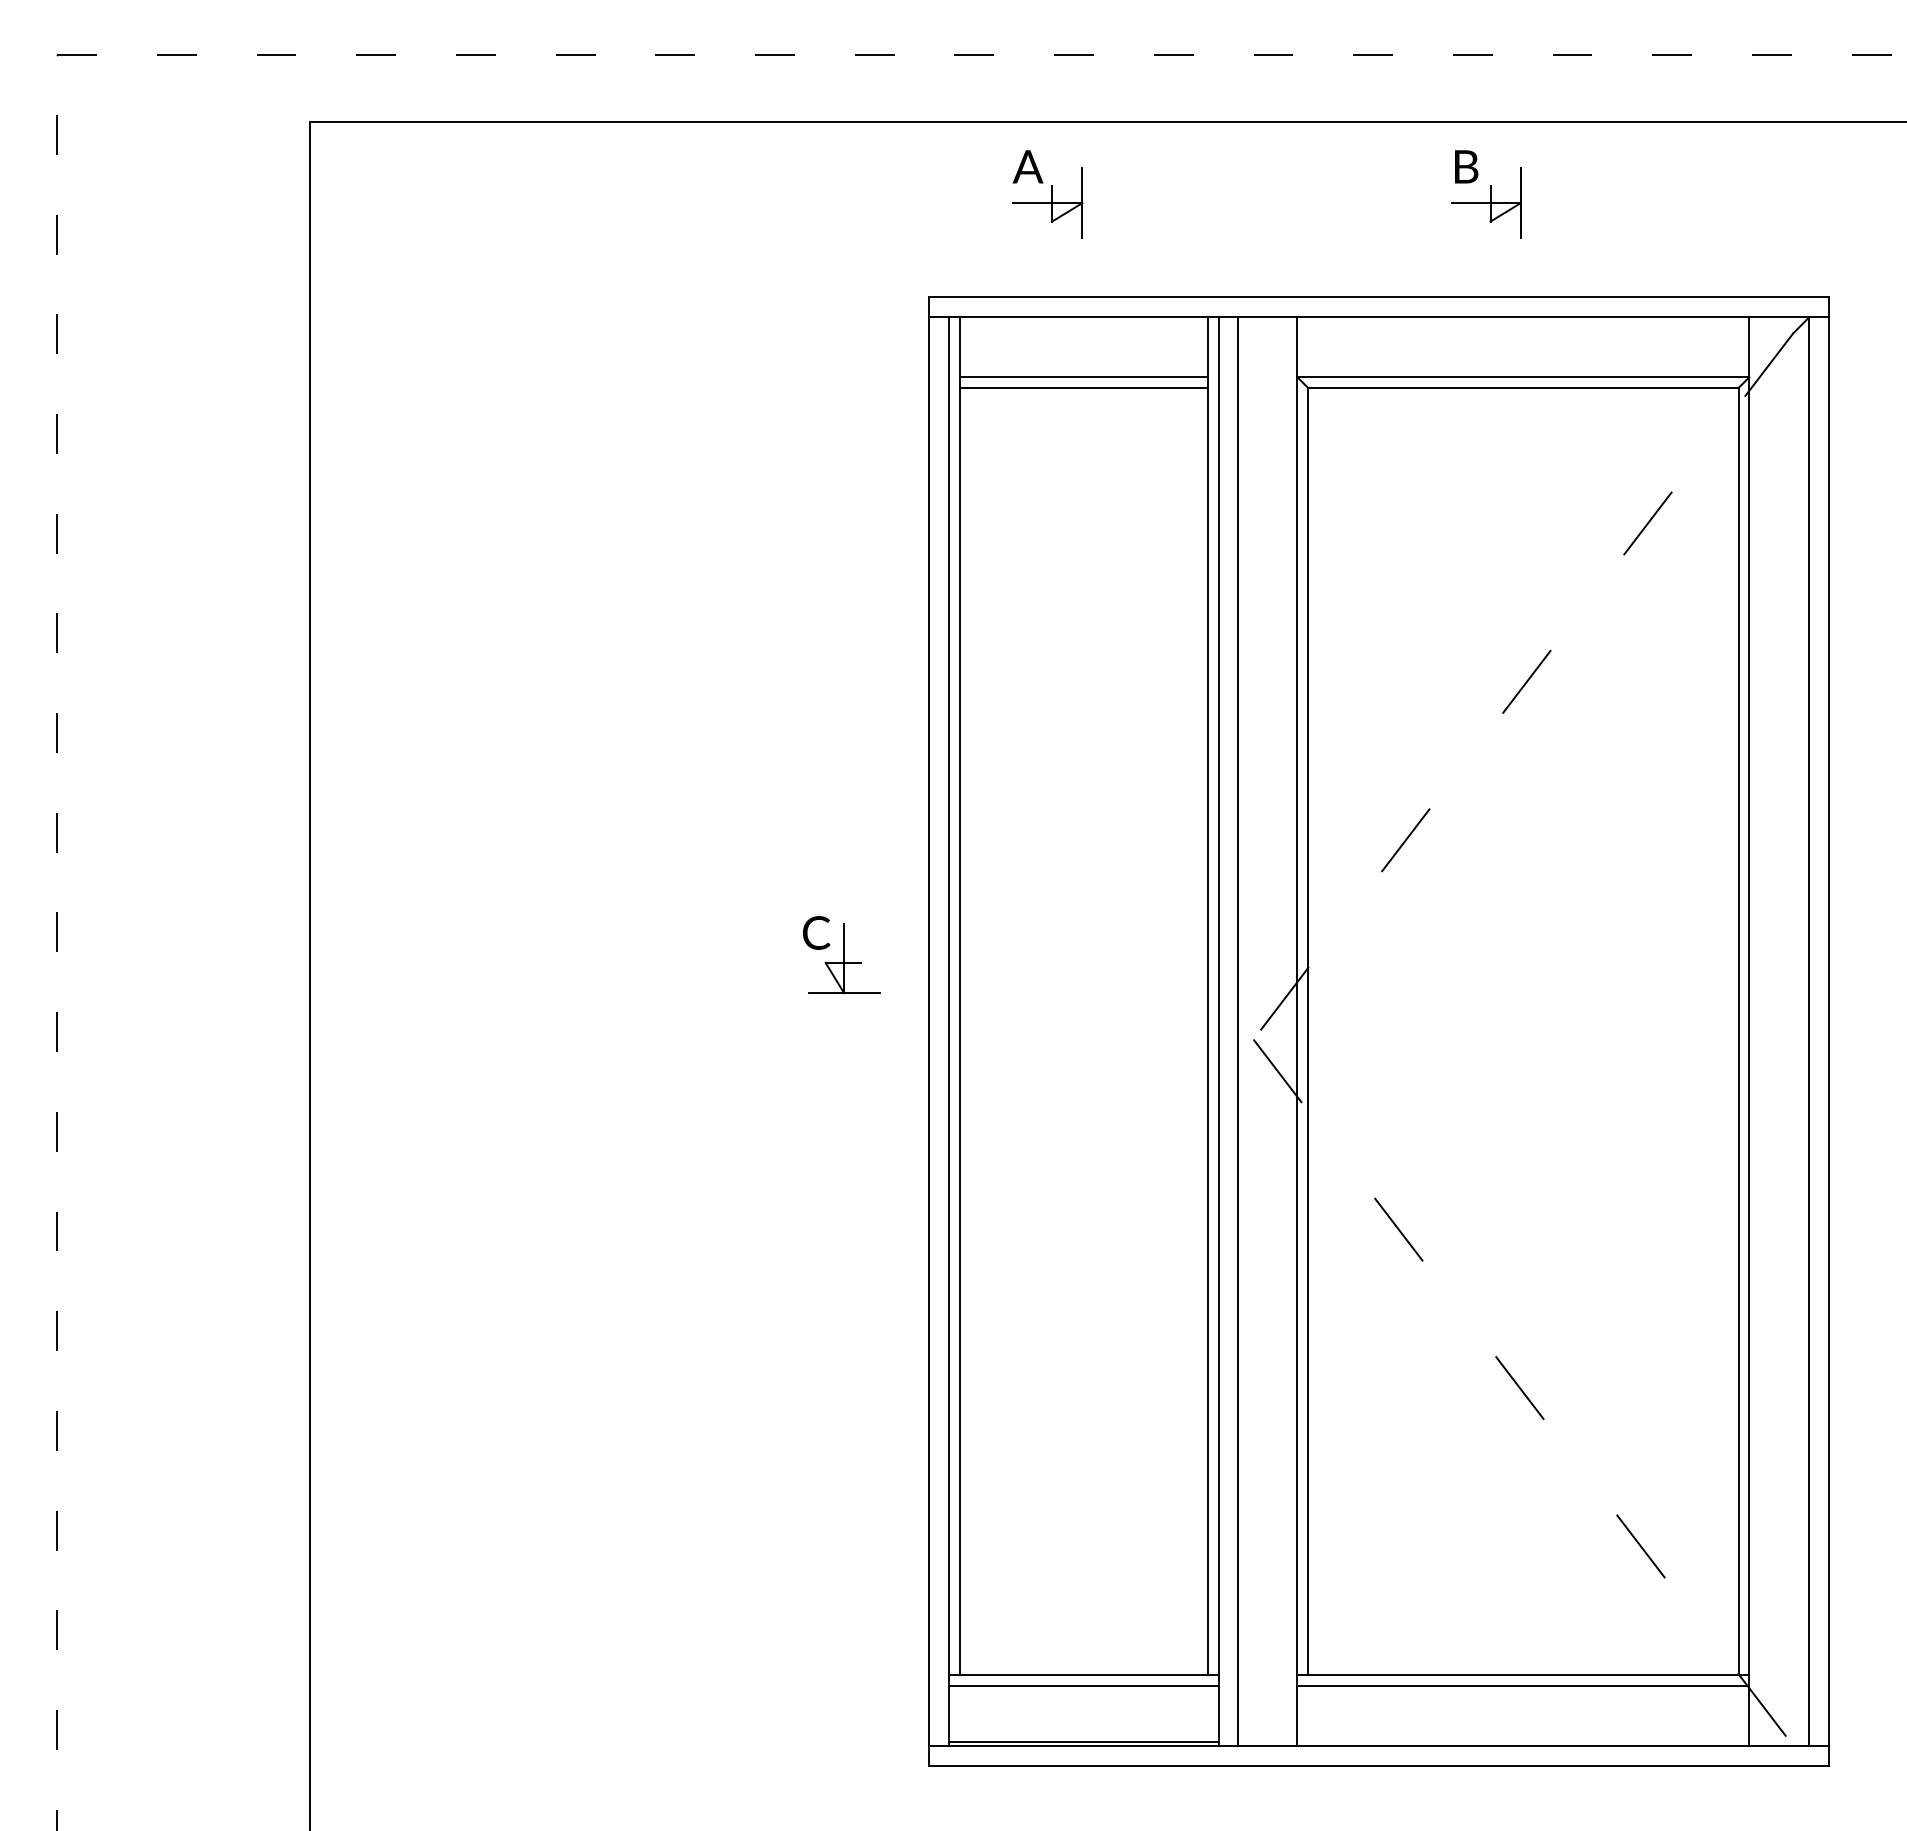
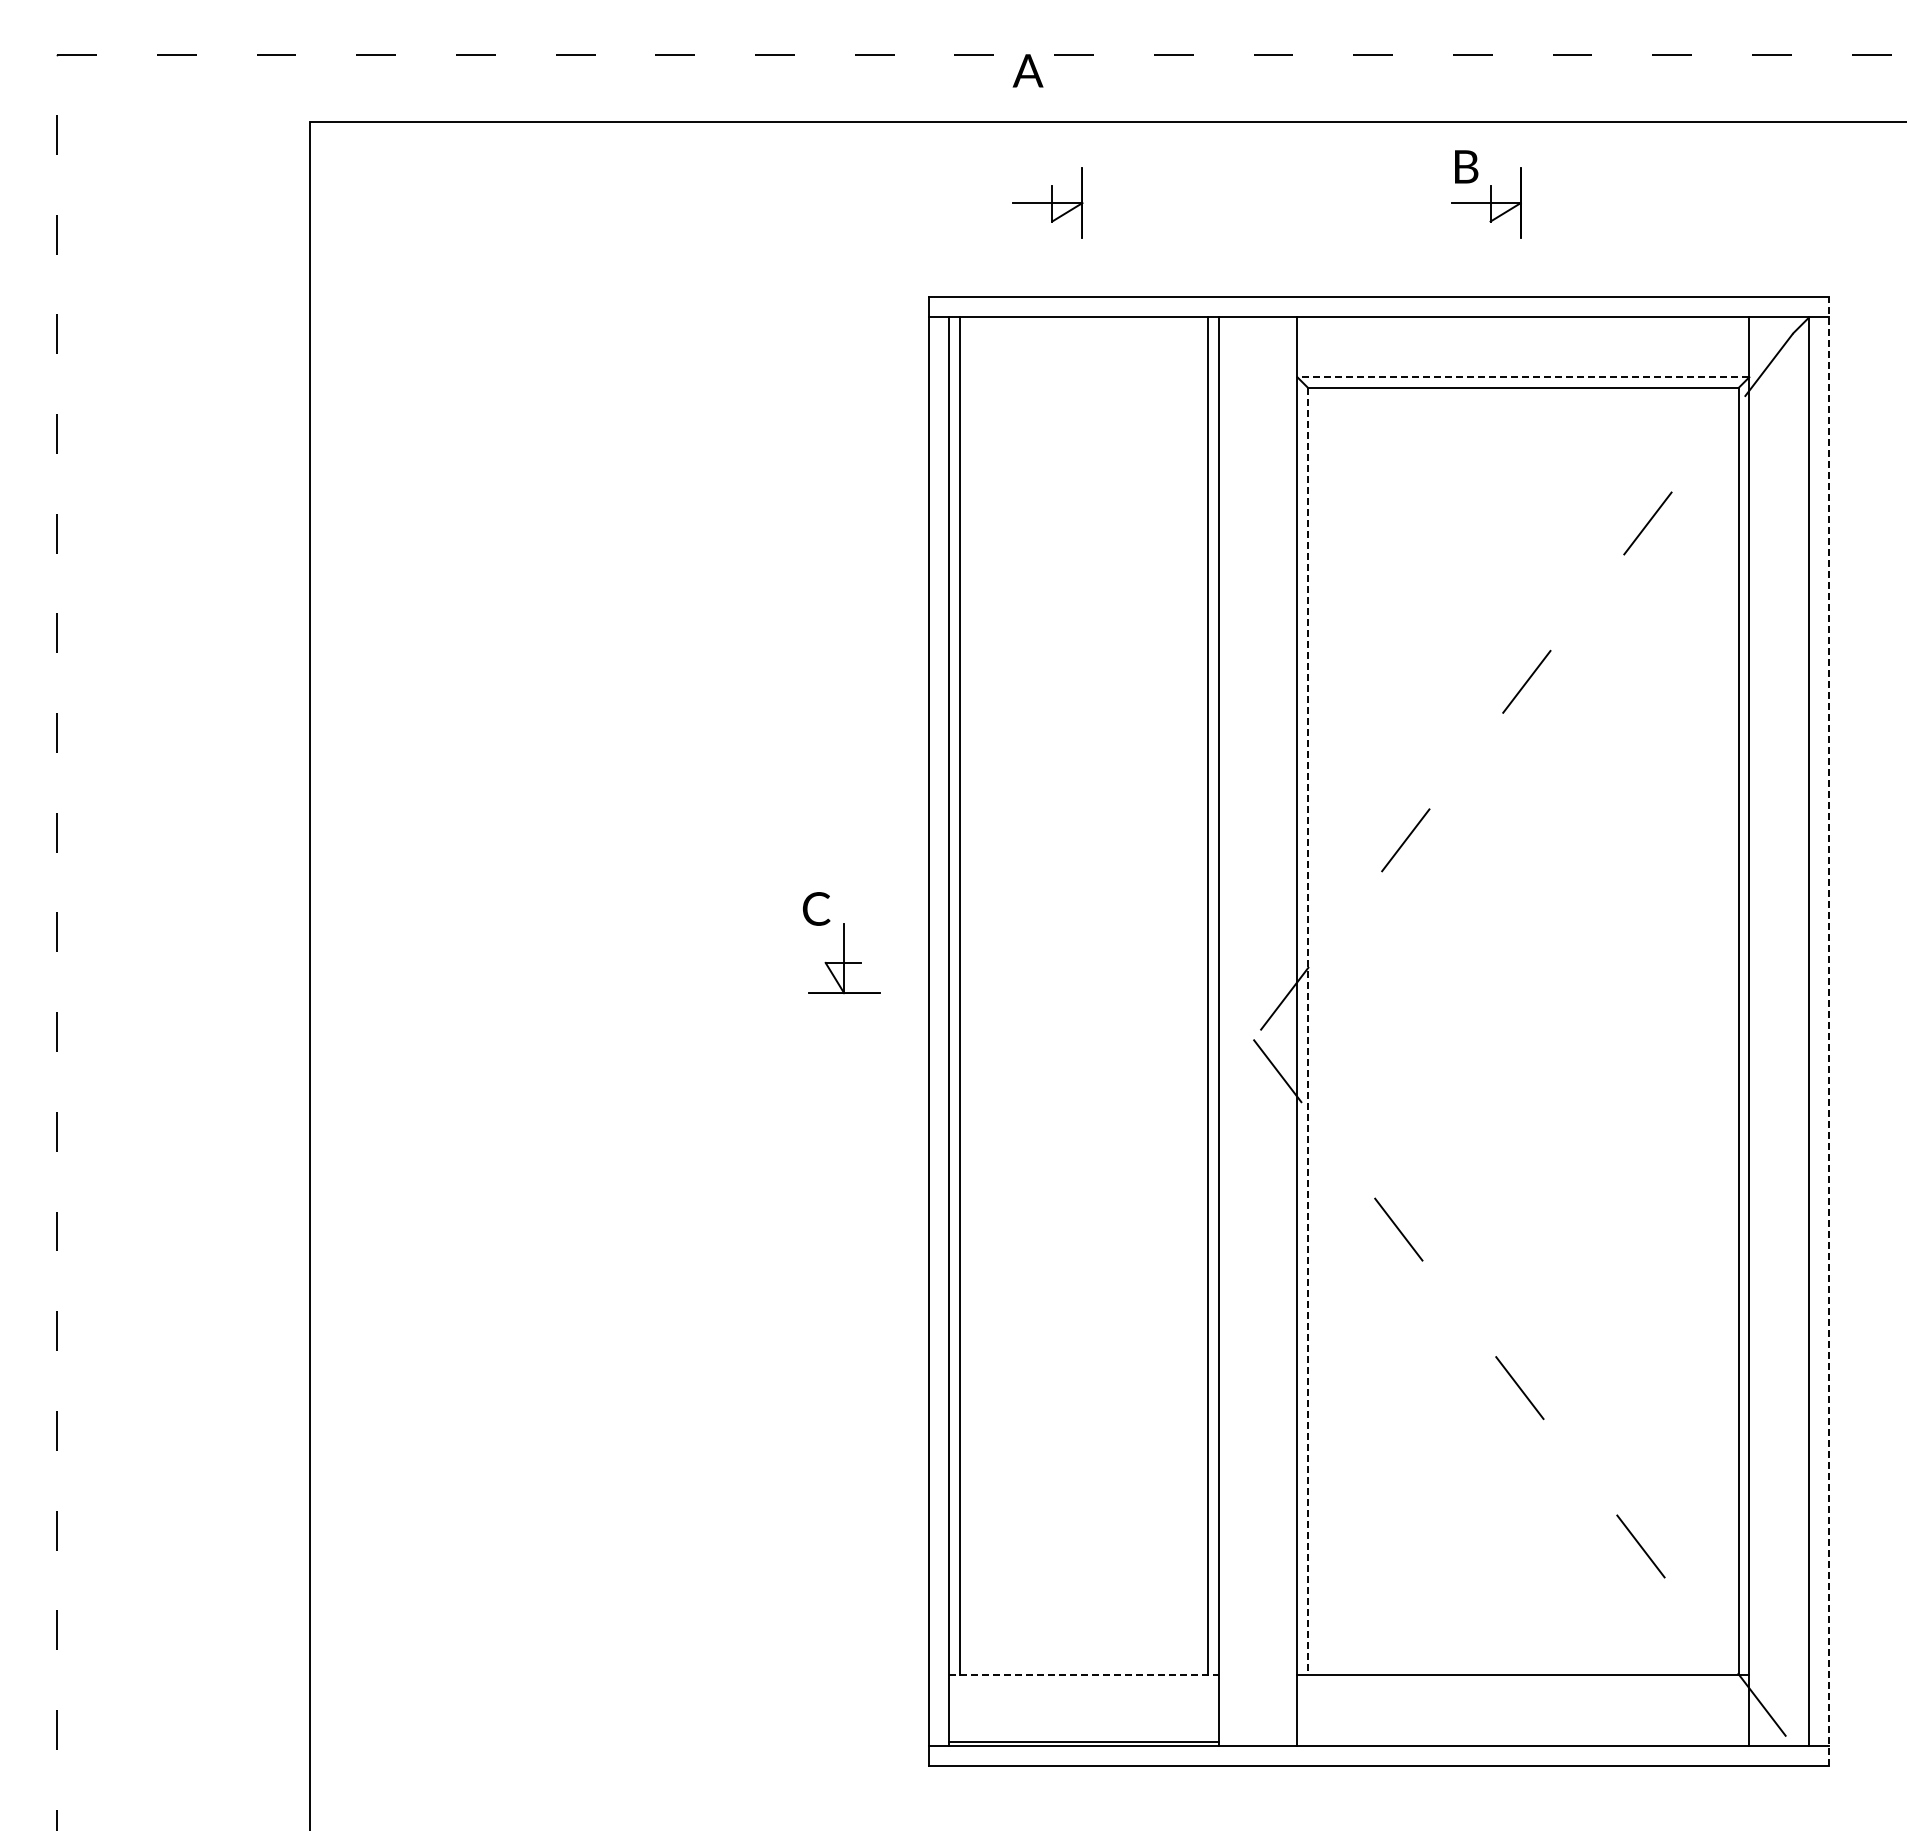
text at (1027, 166) position: (1027, 166) -> (1027, 70)
line at (1083, 377): present -> none
line at (1523, 377): solid -> dashed
line at (1083, 387): present -> none
text at (816, 932) position: (816, 932) -> (816, 908)
line at (1237, 1031): present -> none
line at (1308, 1031): solid -> dashed
line at (1829, 1031): solid -> dashed
line at (1084, 1675): solid -> dashed
line at (1083, 1685): present -> none
line at (1523, 1685): present -> none
